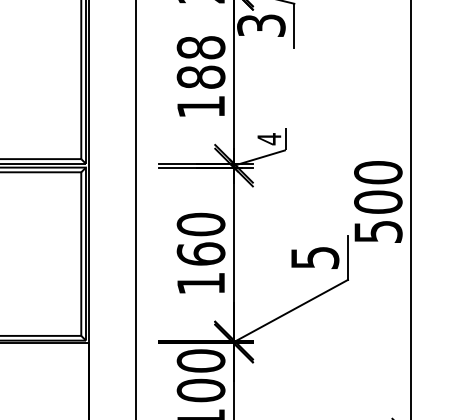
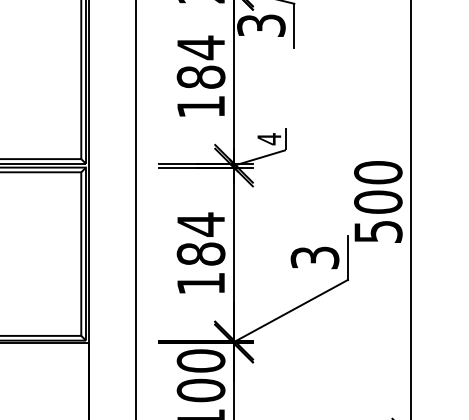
text at (200, 47): 188 -> 184
text at (200, 238): 160 -> 184
text at (314, 257): 5 -> 3
